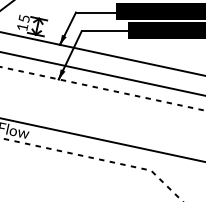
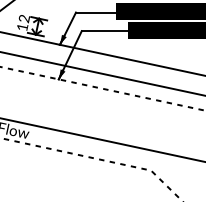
text at (23, 18): 15 -> 12
